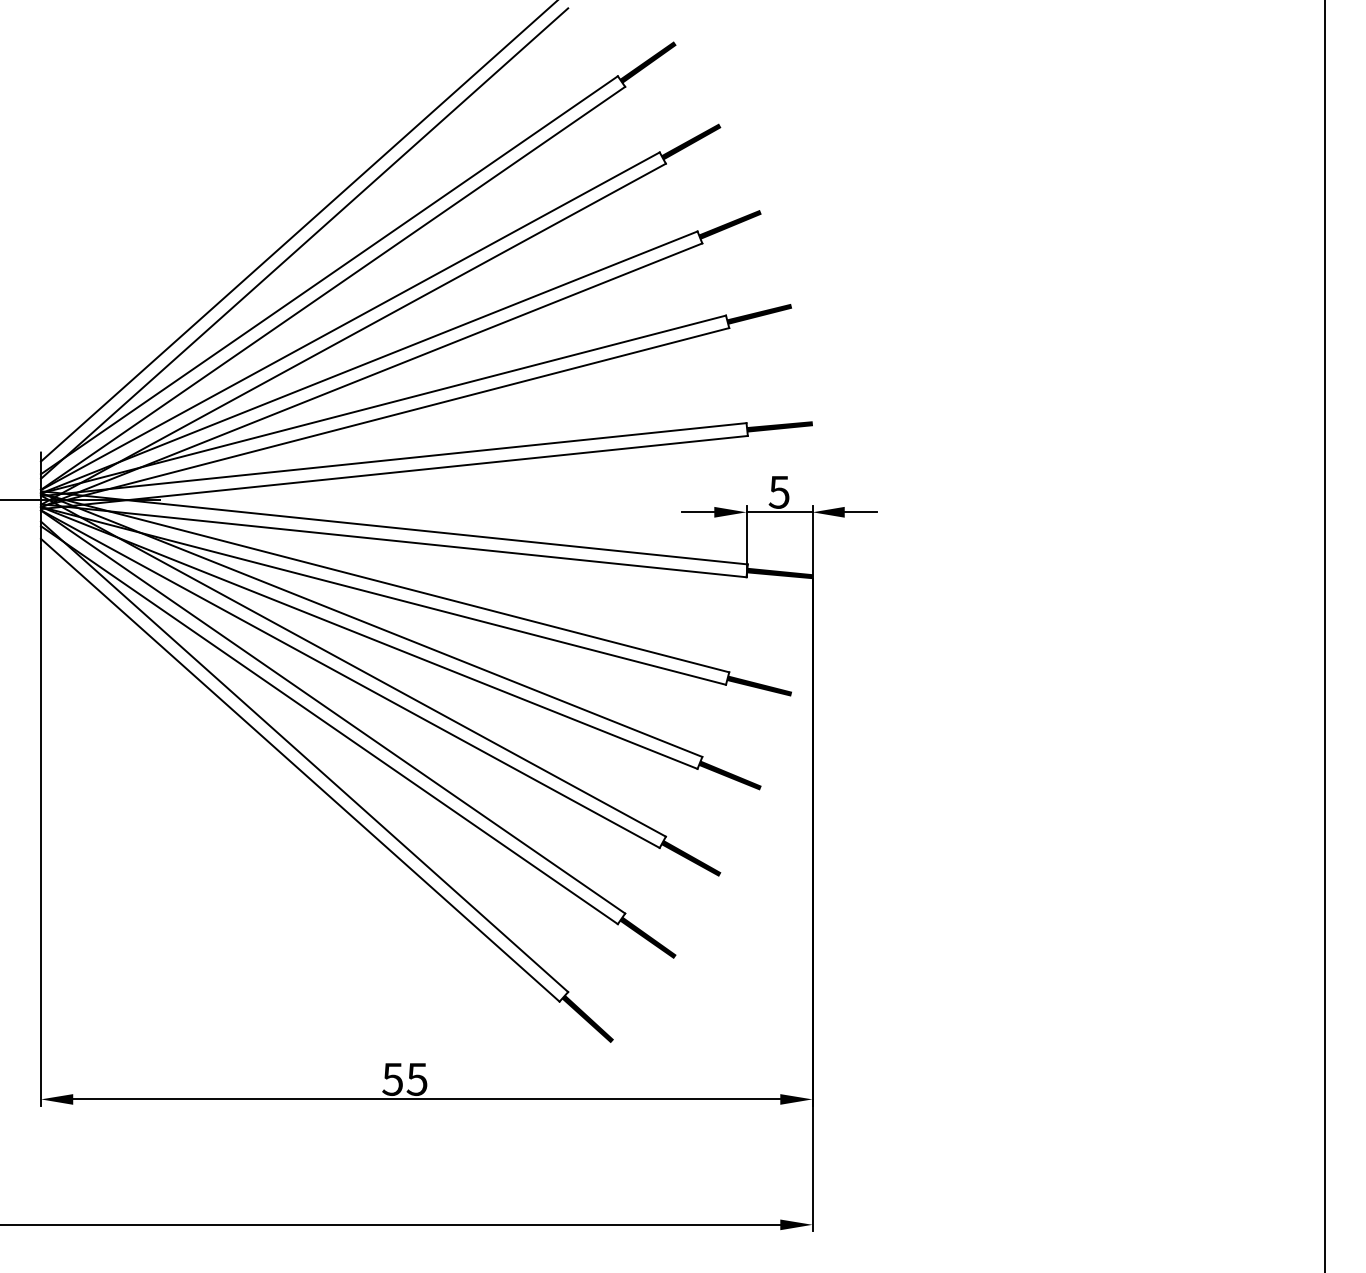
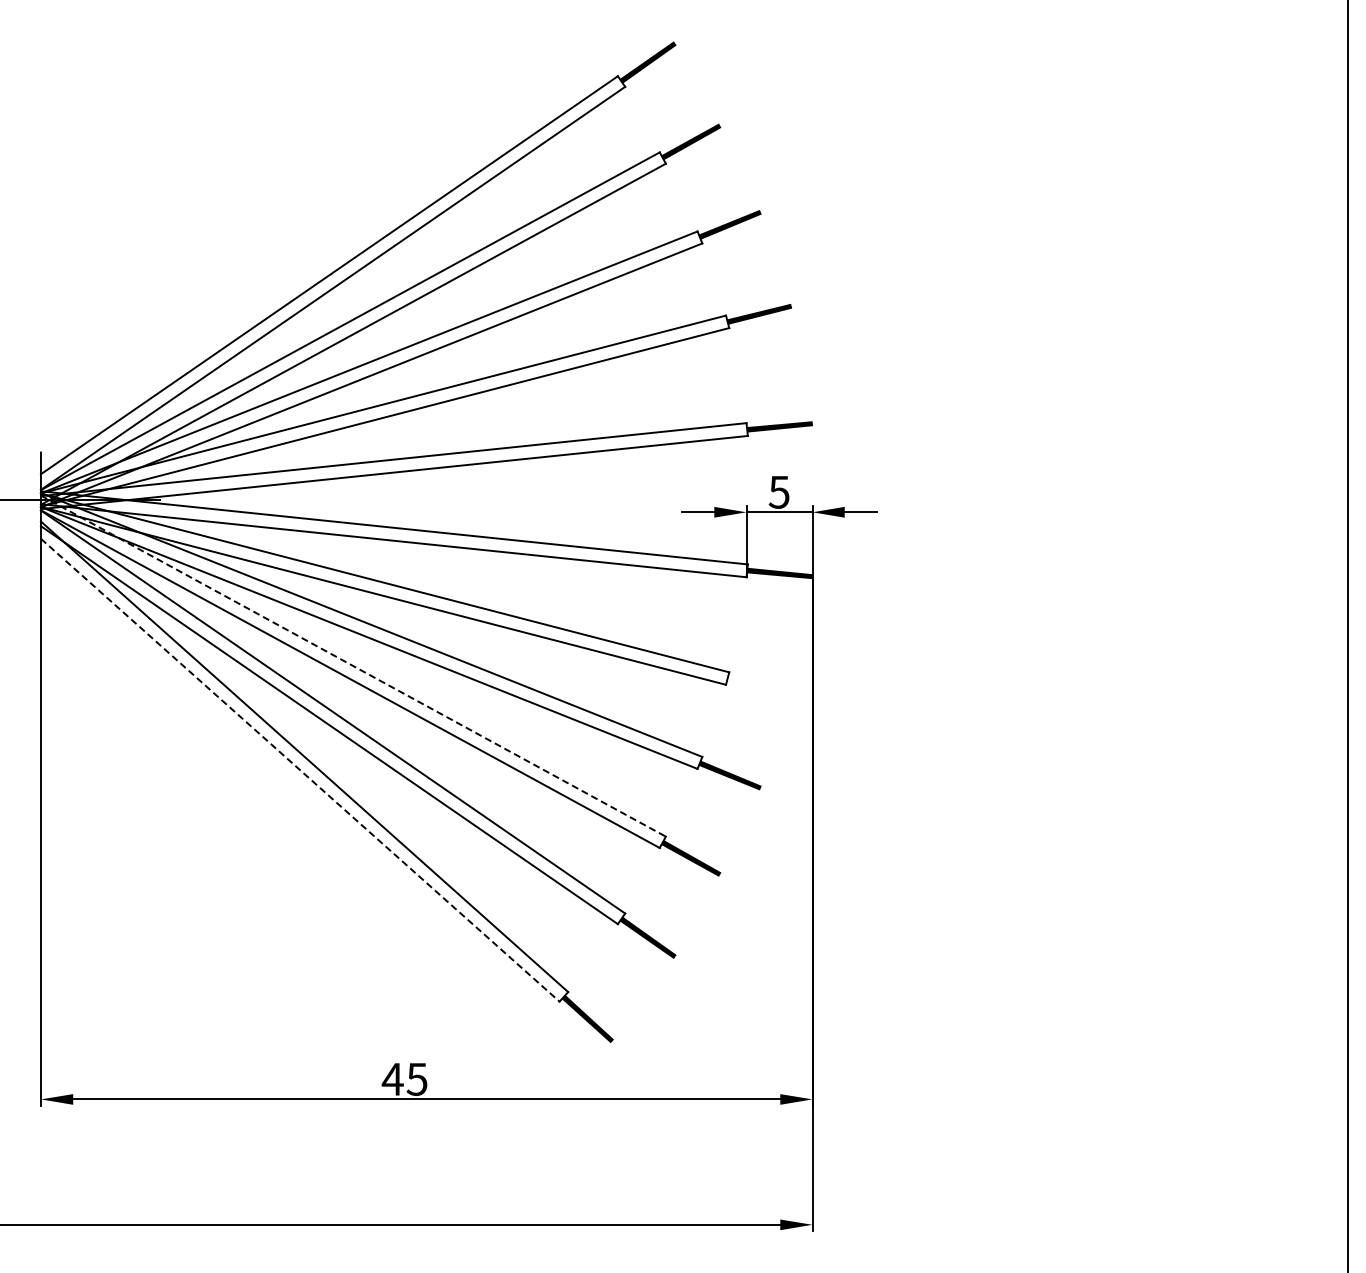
line at (297, 231): present -> none
line at (304, 243): present -> none
line at (1325, 635) position: (1325, 635) -> (1348, 635)
line at (353, 666): solid -> dashed
fill at (759, 685): present -> none
line at (300, 770): solid -> dashed
text at (392, 1079): 55 -> 45
